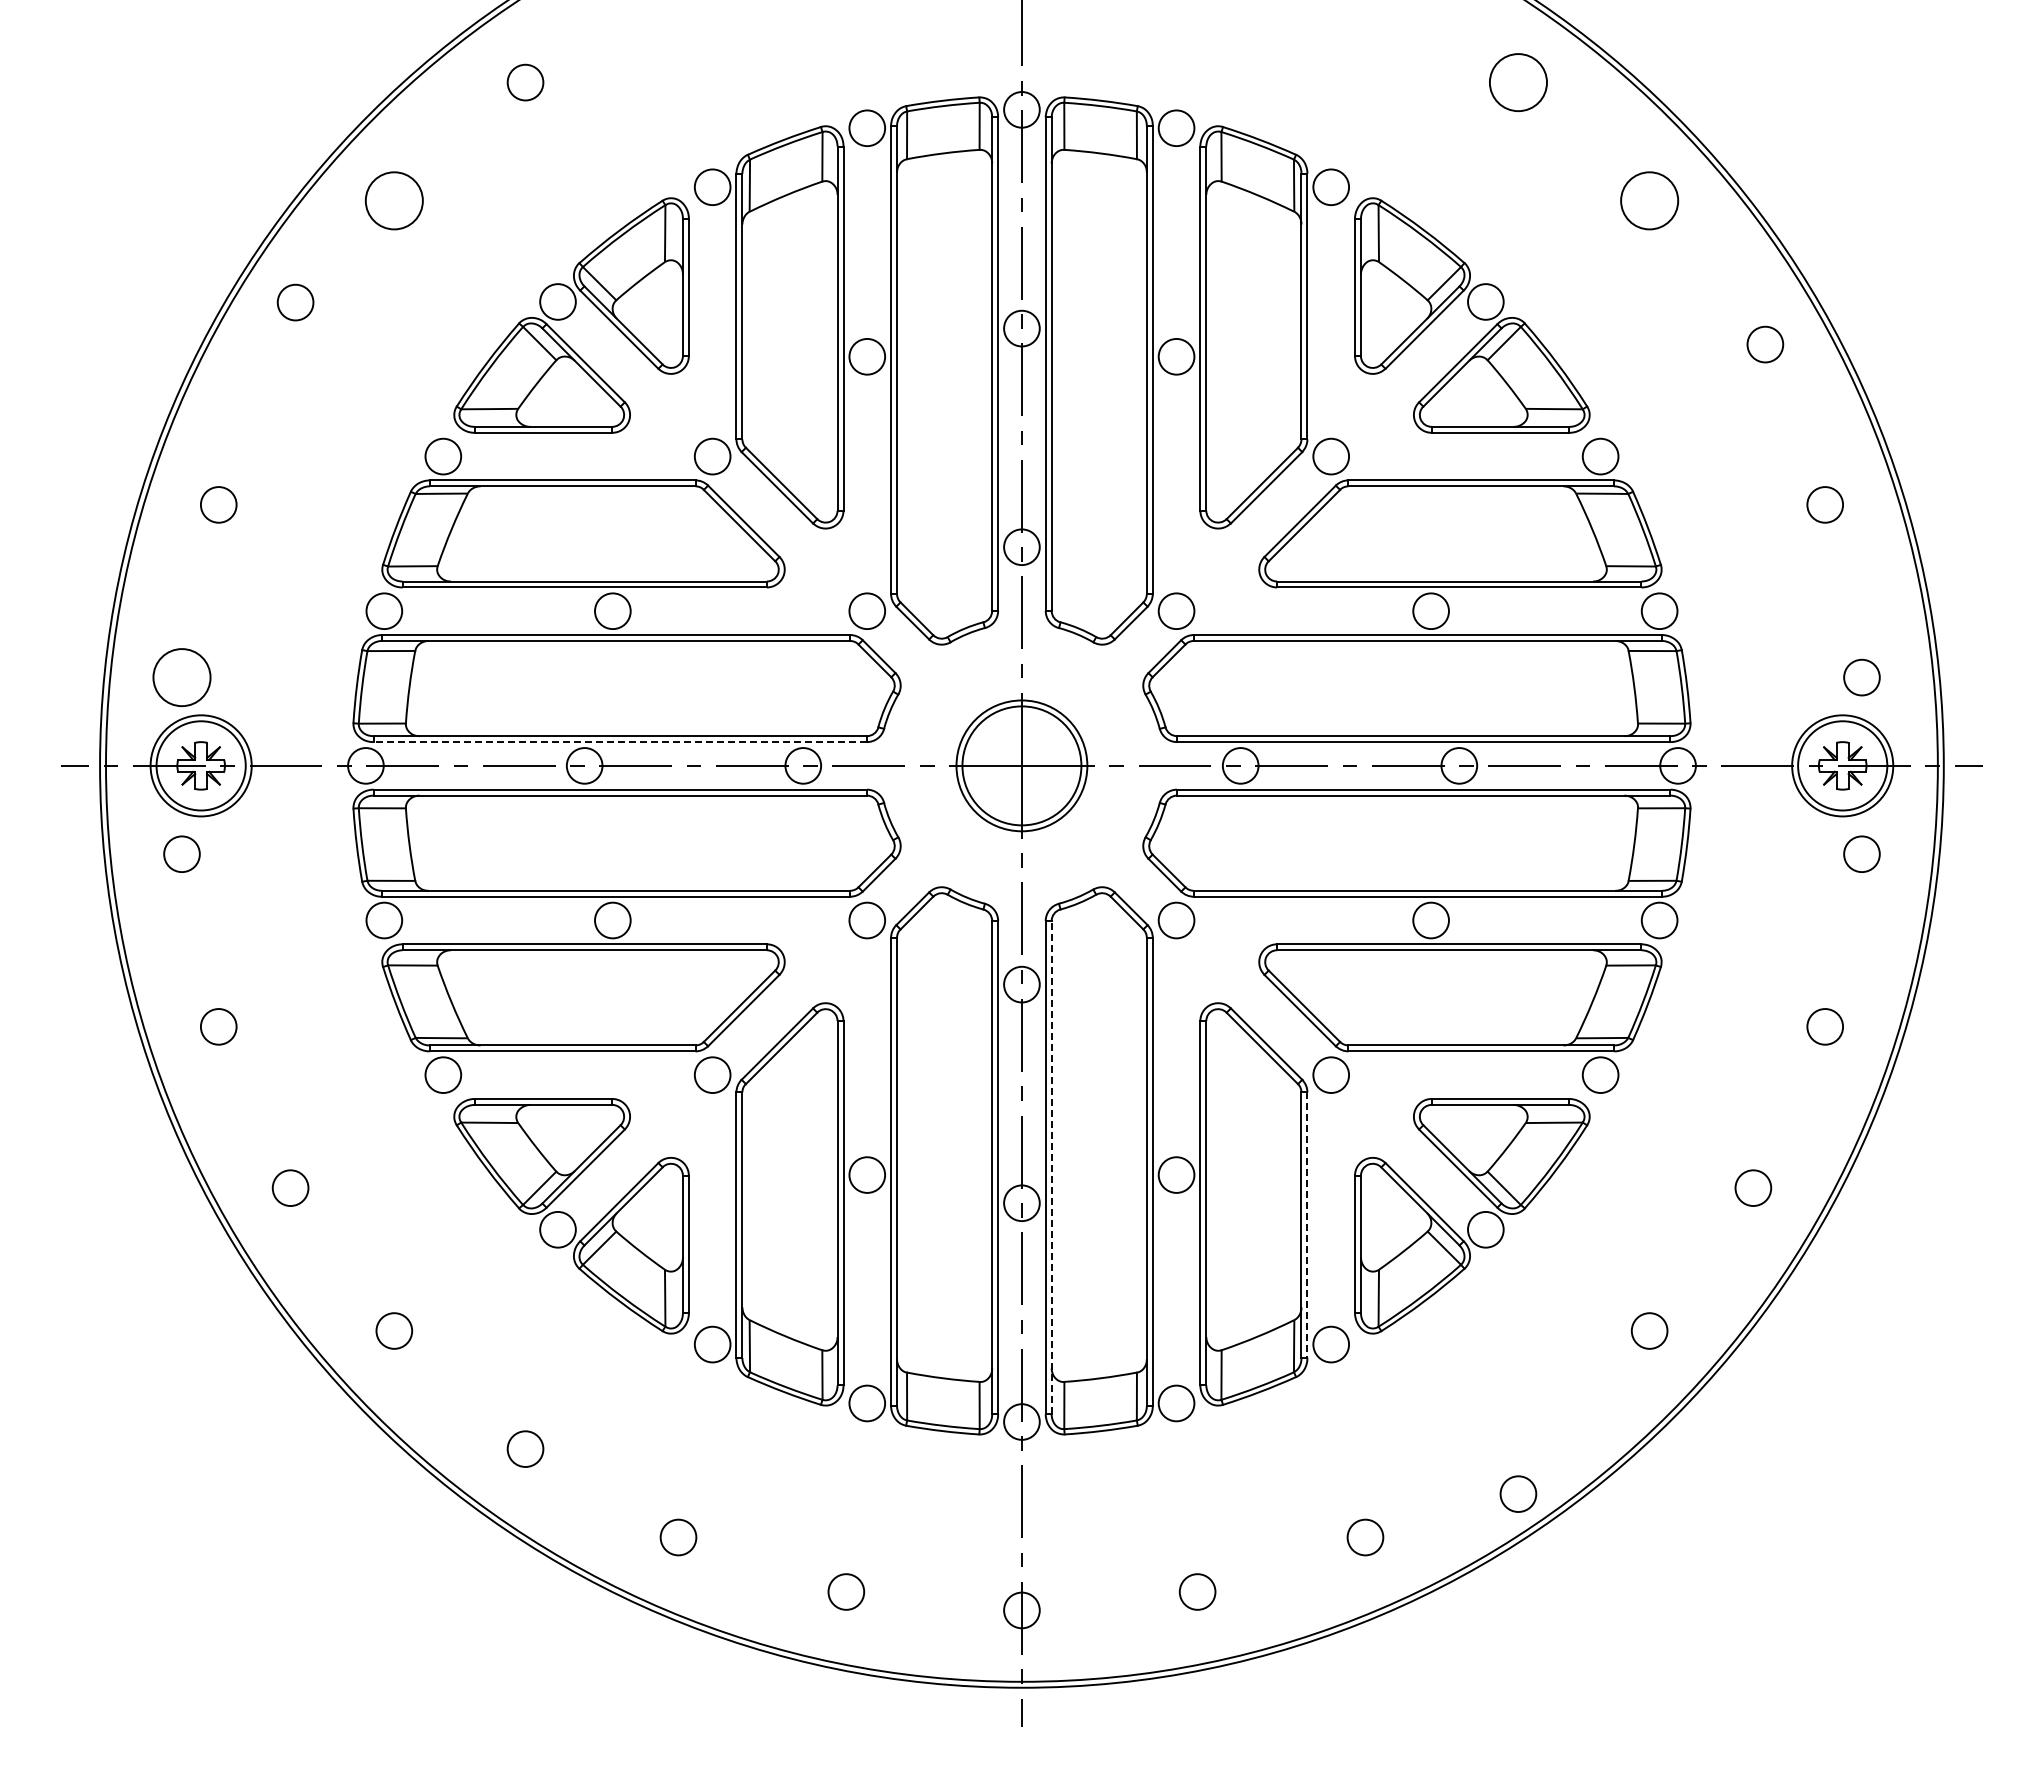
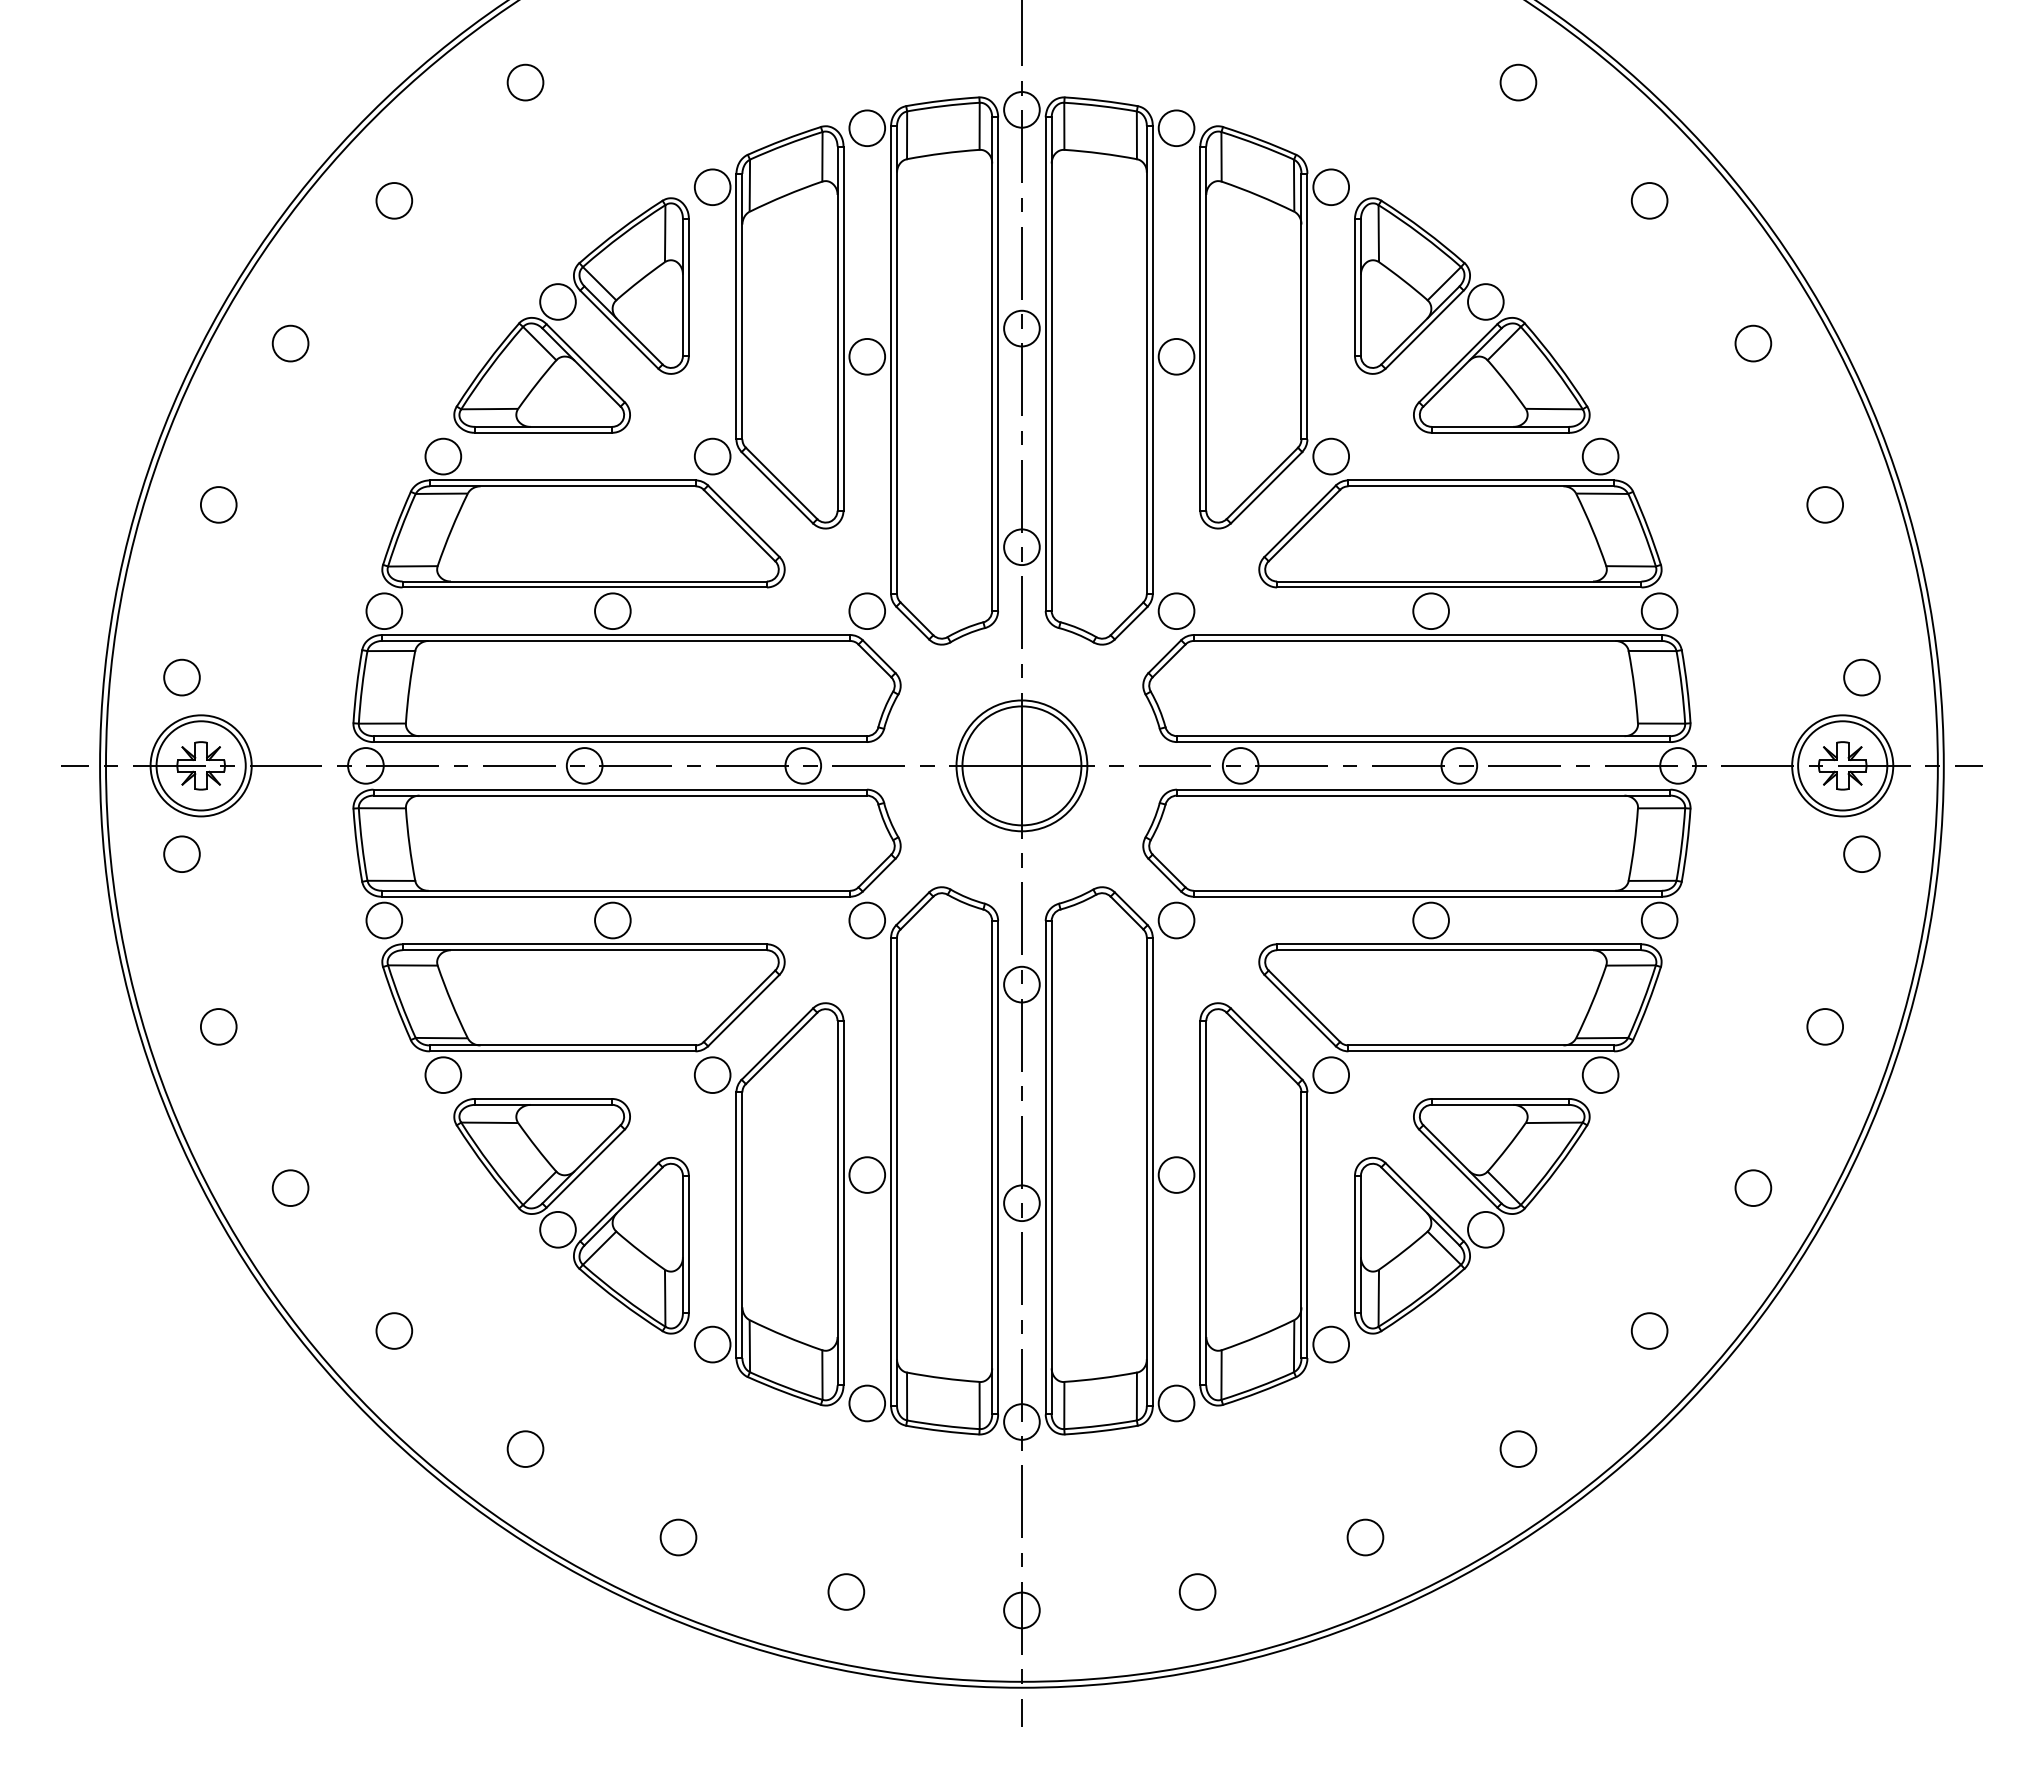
circle at (1517, 82) diameter: 57 px -> 36 px
circle at (393, 200) diameter: 57 px -> 36 px
circle at (1649, 200) diameter: 57 px -> 36 px
circle at (295, 302) position: (295, 302) -> (290, 343)
circle at (1765, 344) position: (1765, 344) -> (1753, 343)
circle at (181, 677) diameter: 57 px -> 36 px
line at (620, 742): dashed -> solid
line at (1051, 1167): dashed -> solid
line at (1307, 1225): dashed -> solid
circle at (1518, 1493) position: (1518, 1493) -> (1518, 1448)
